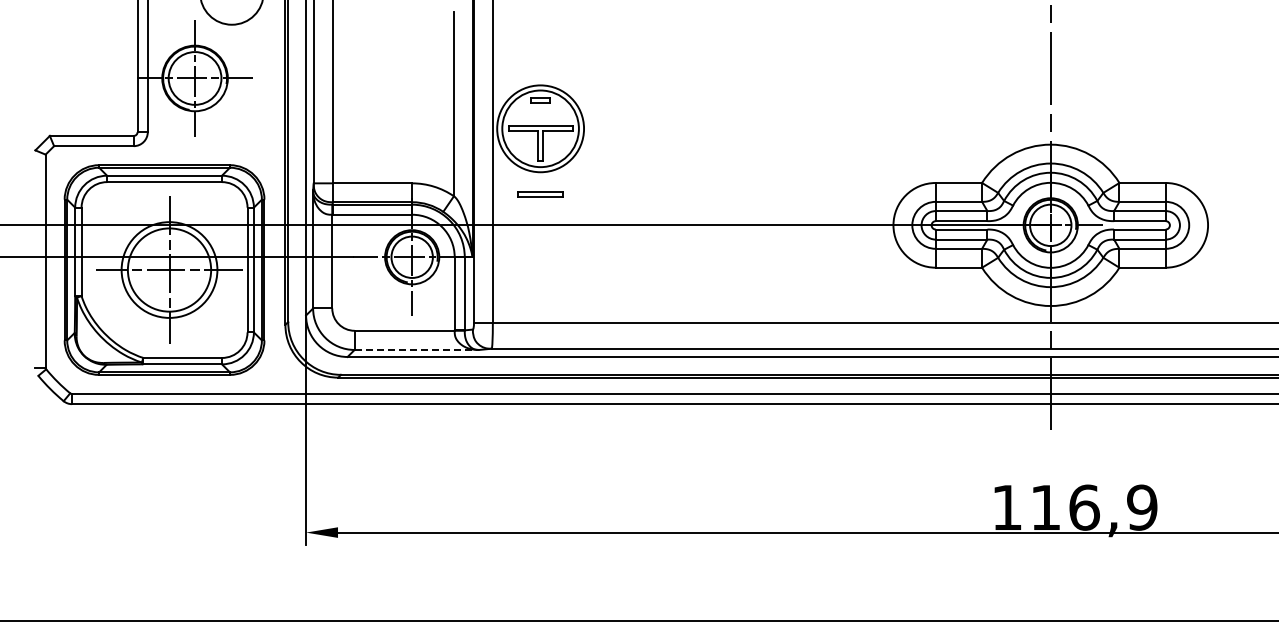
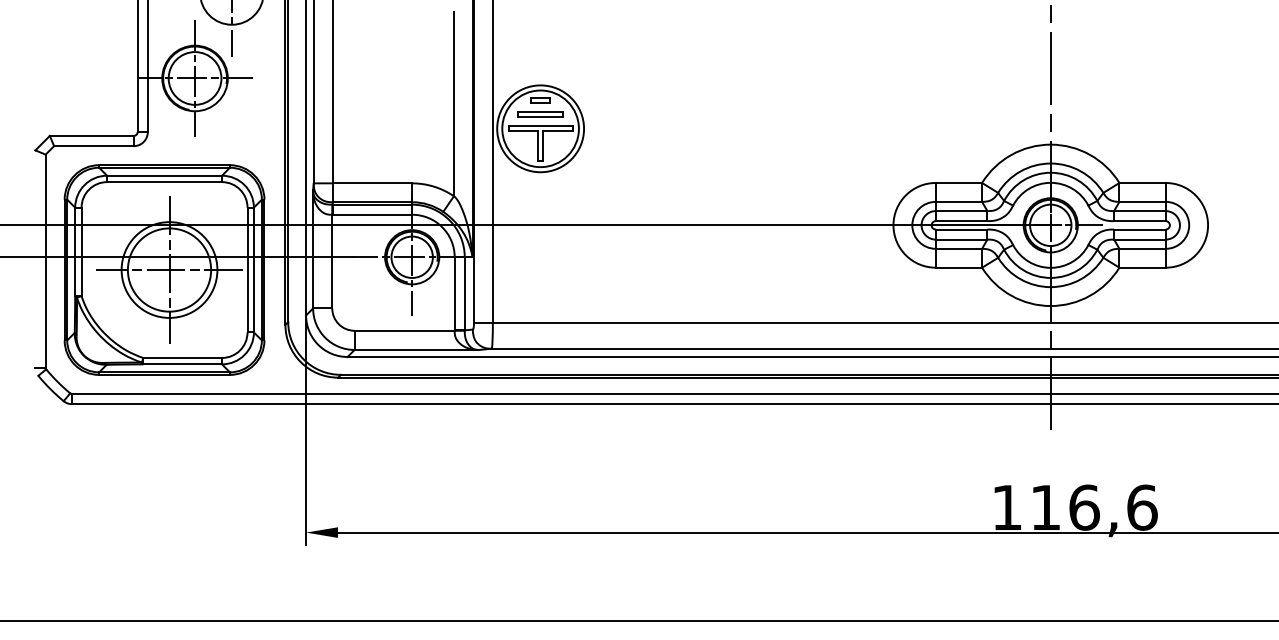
line at (231, 29): none -> present
part at (540, 194) position: (540, 194) -> (540, 114)
line at (417, 349): dashed -> solid
text at (1142, 507): 116,9 -> 116,6
